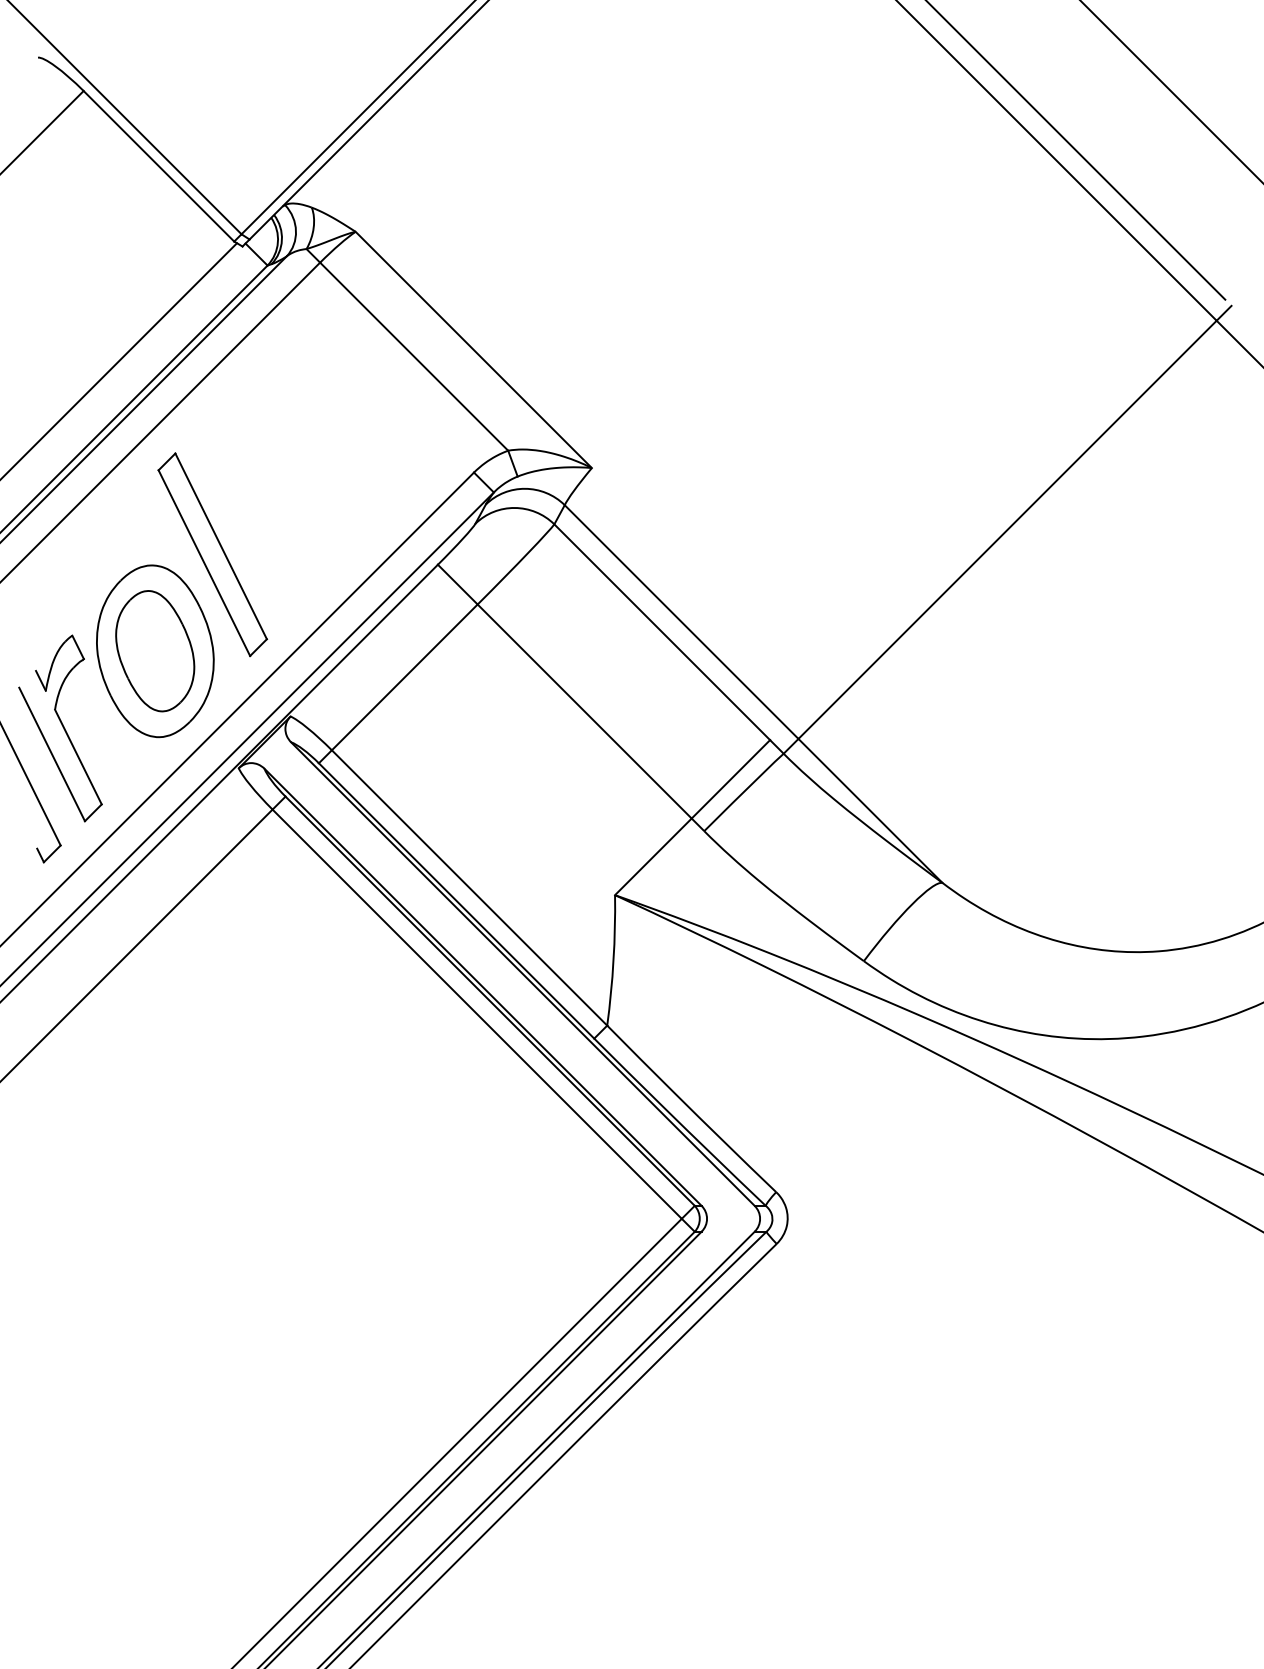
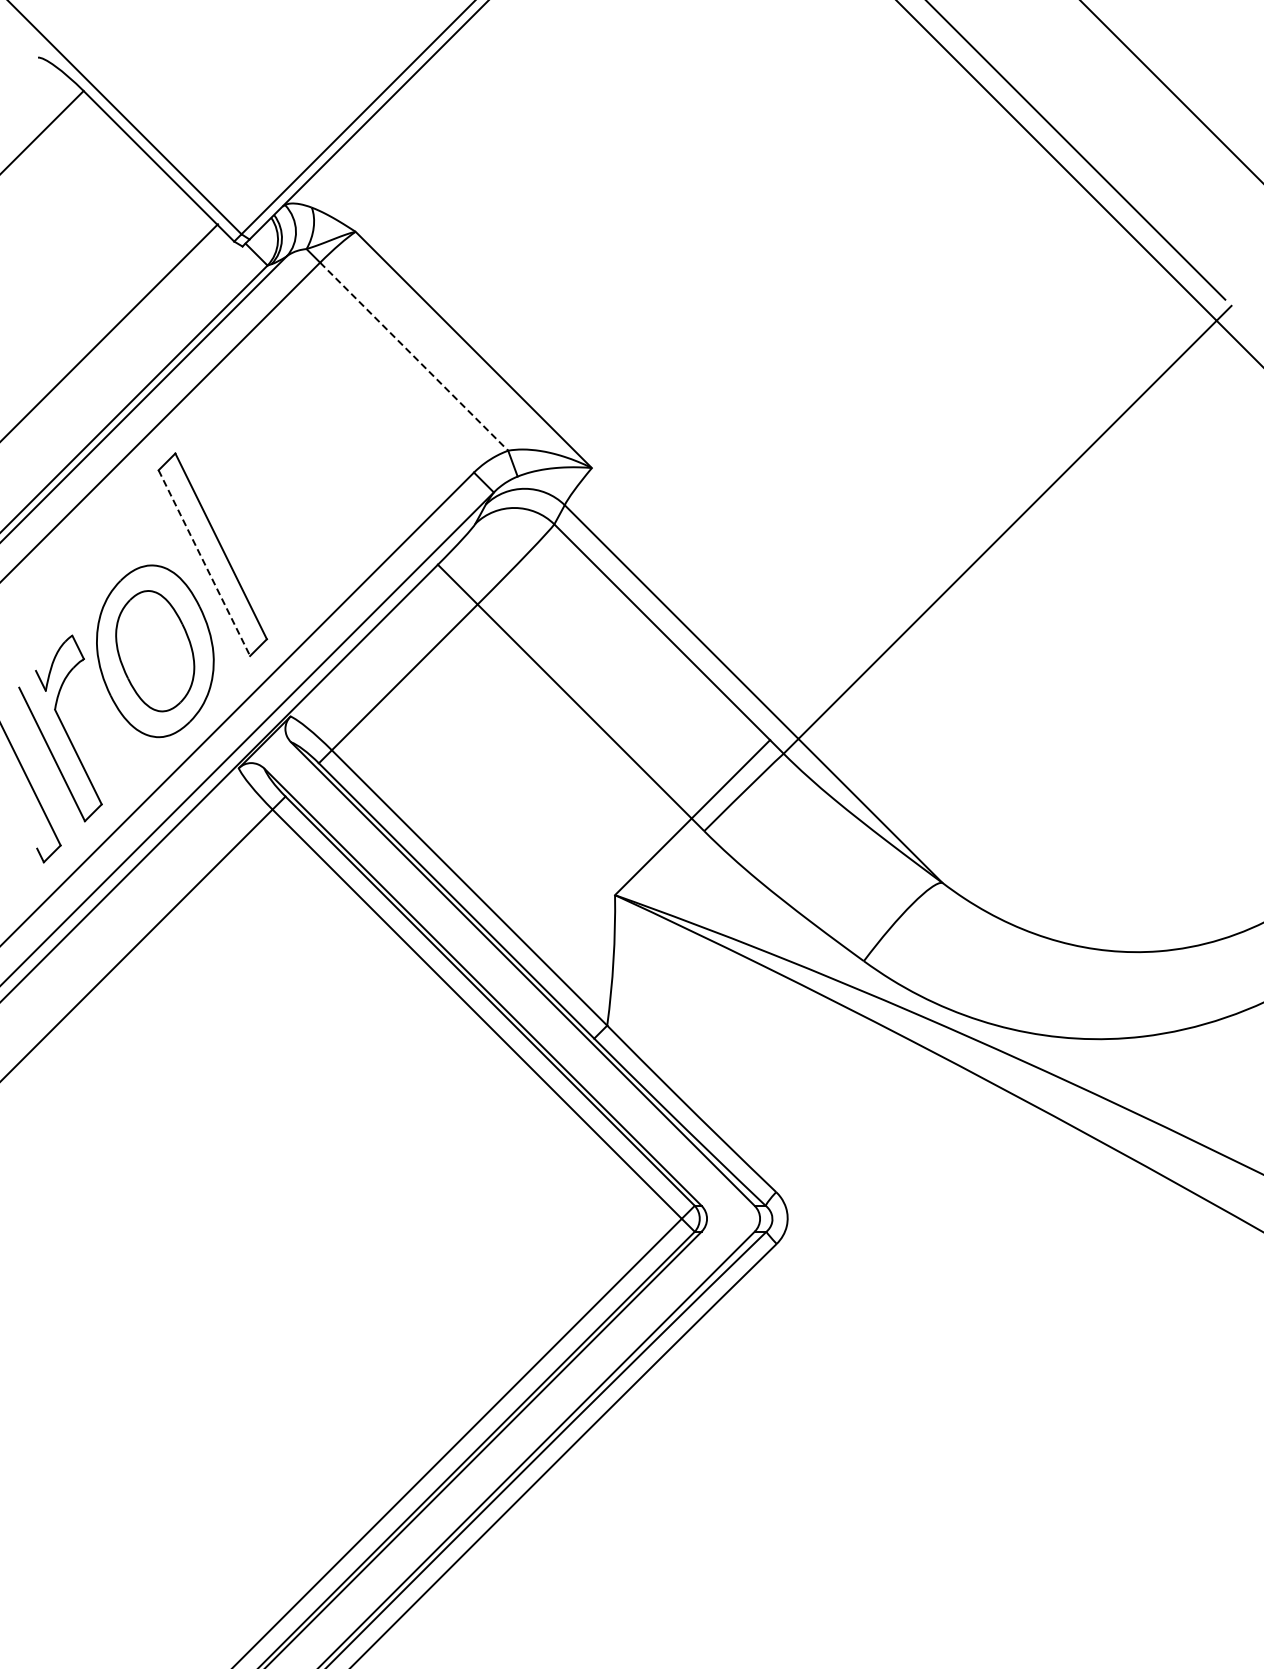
line at (414, 356): solid -> dashed
line at (119, 360) position: (119, 360) -> (110, 331)
line at (204, 563): solid -> dashed
